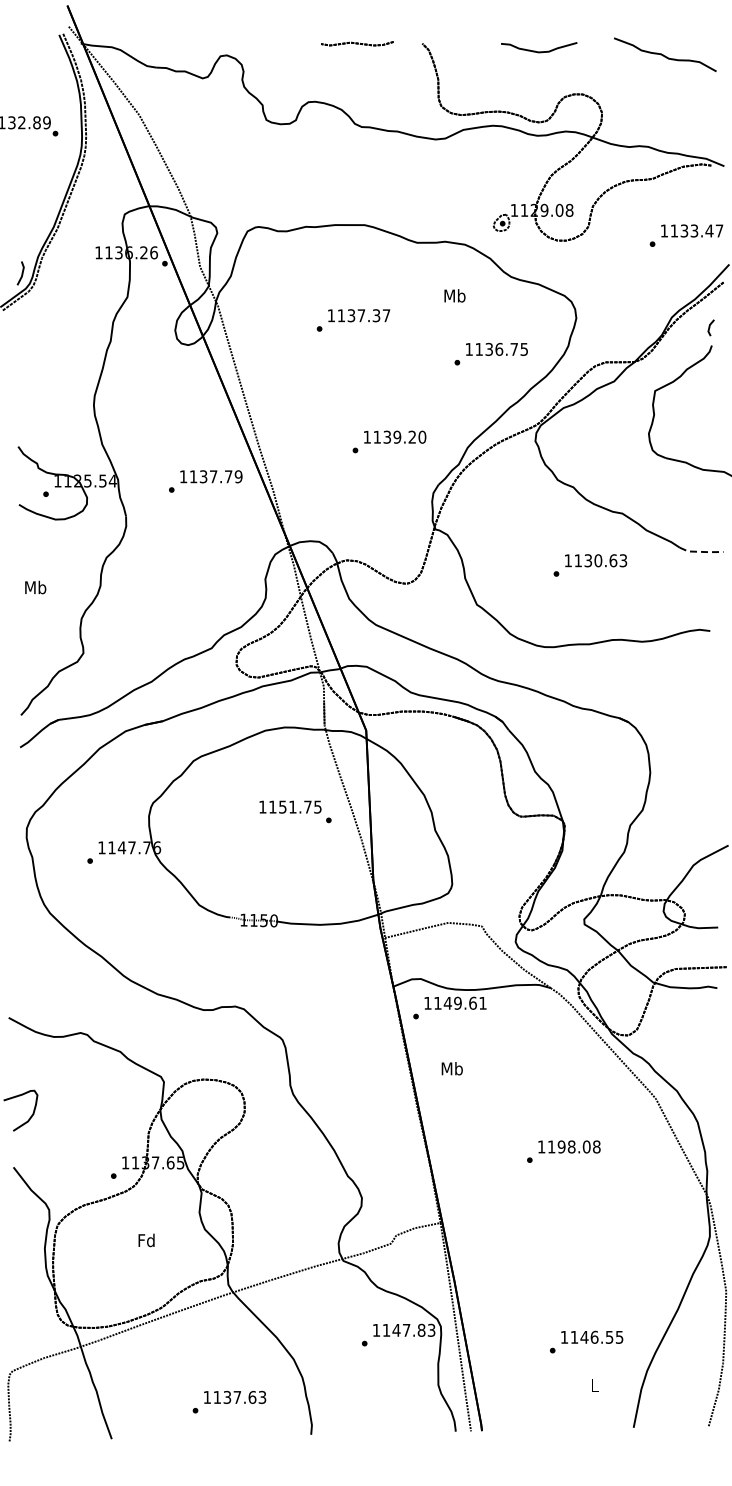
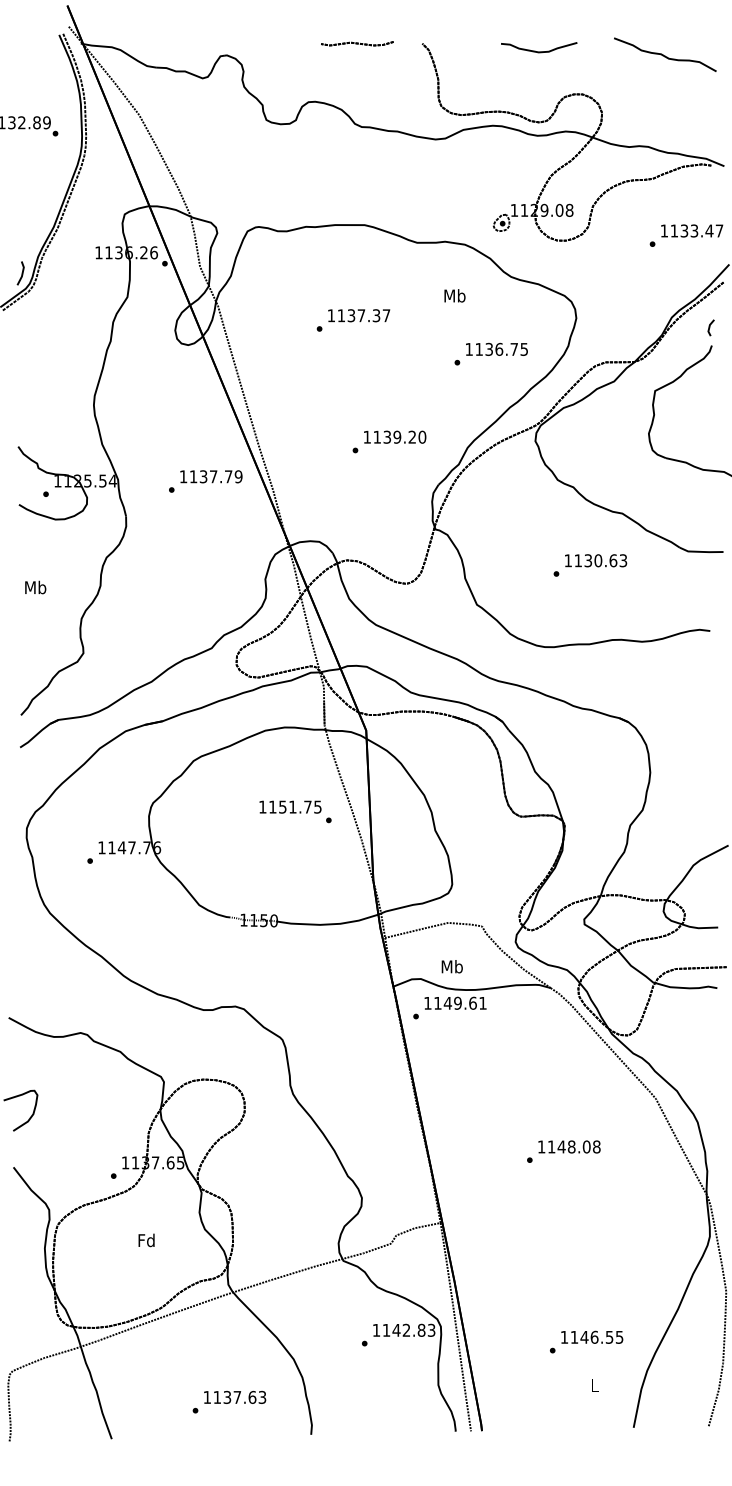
line at (701, 551): dashed -> solid
text at (451, 1068) position: (451, 1068) -> (451, 966)
text at (561, 1146): 1198.08 -> 1148.08
text at (406, 1329): 1147.83 -> 1142.83
